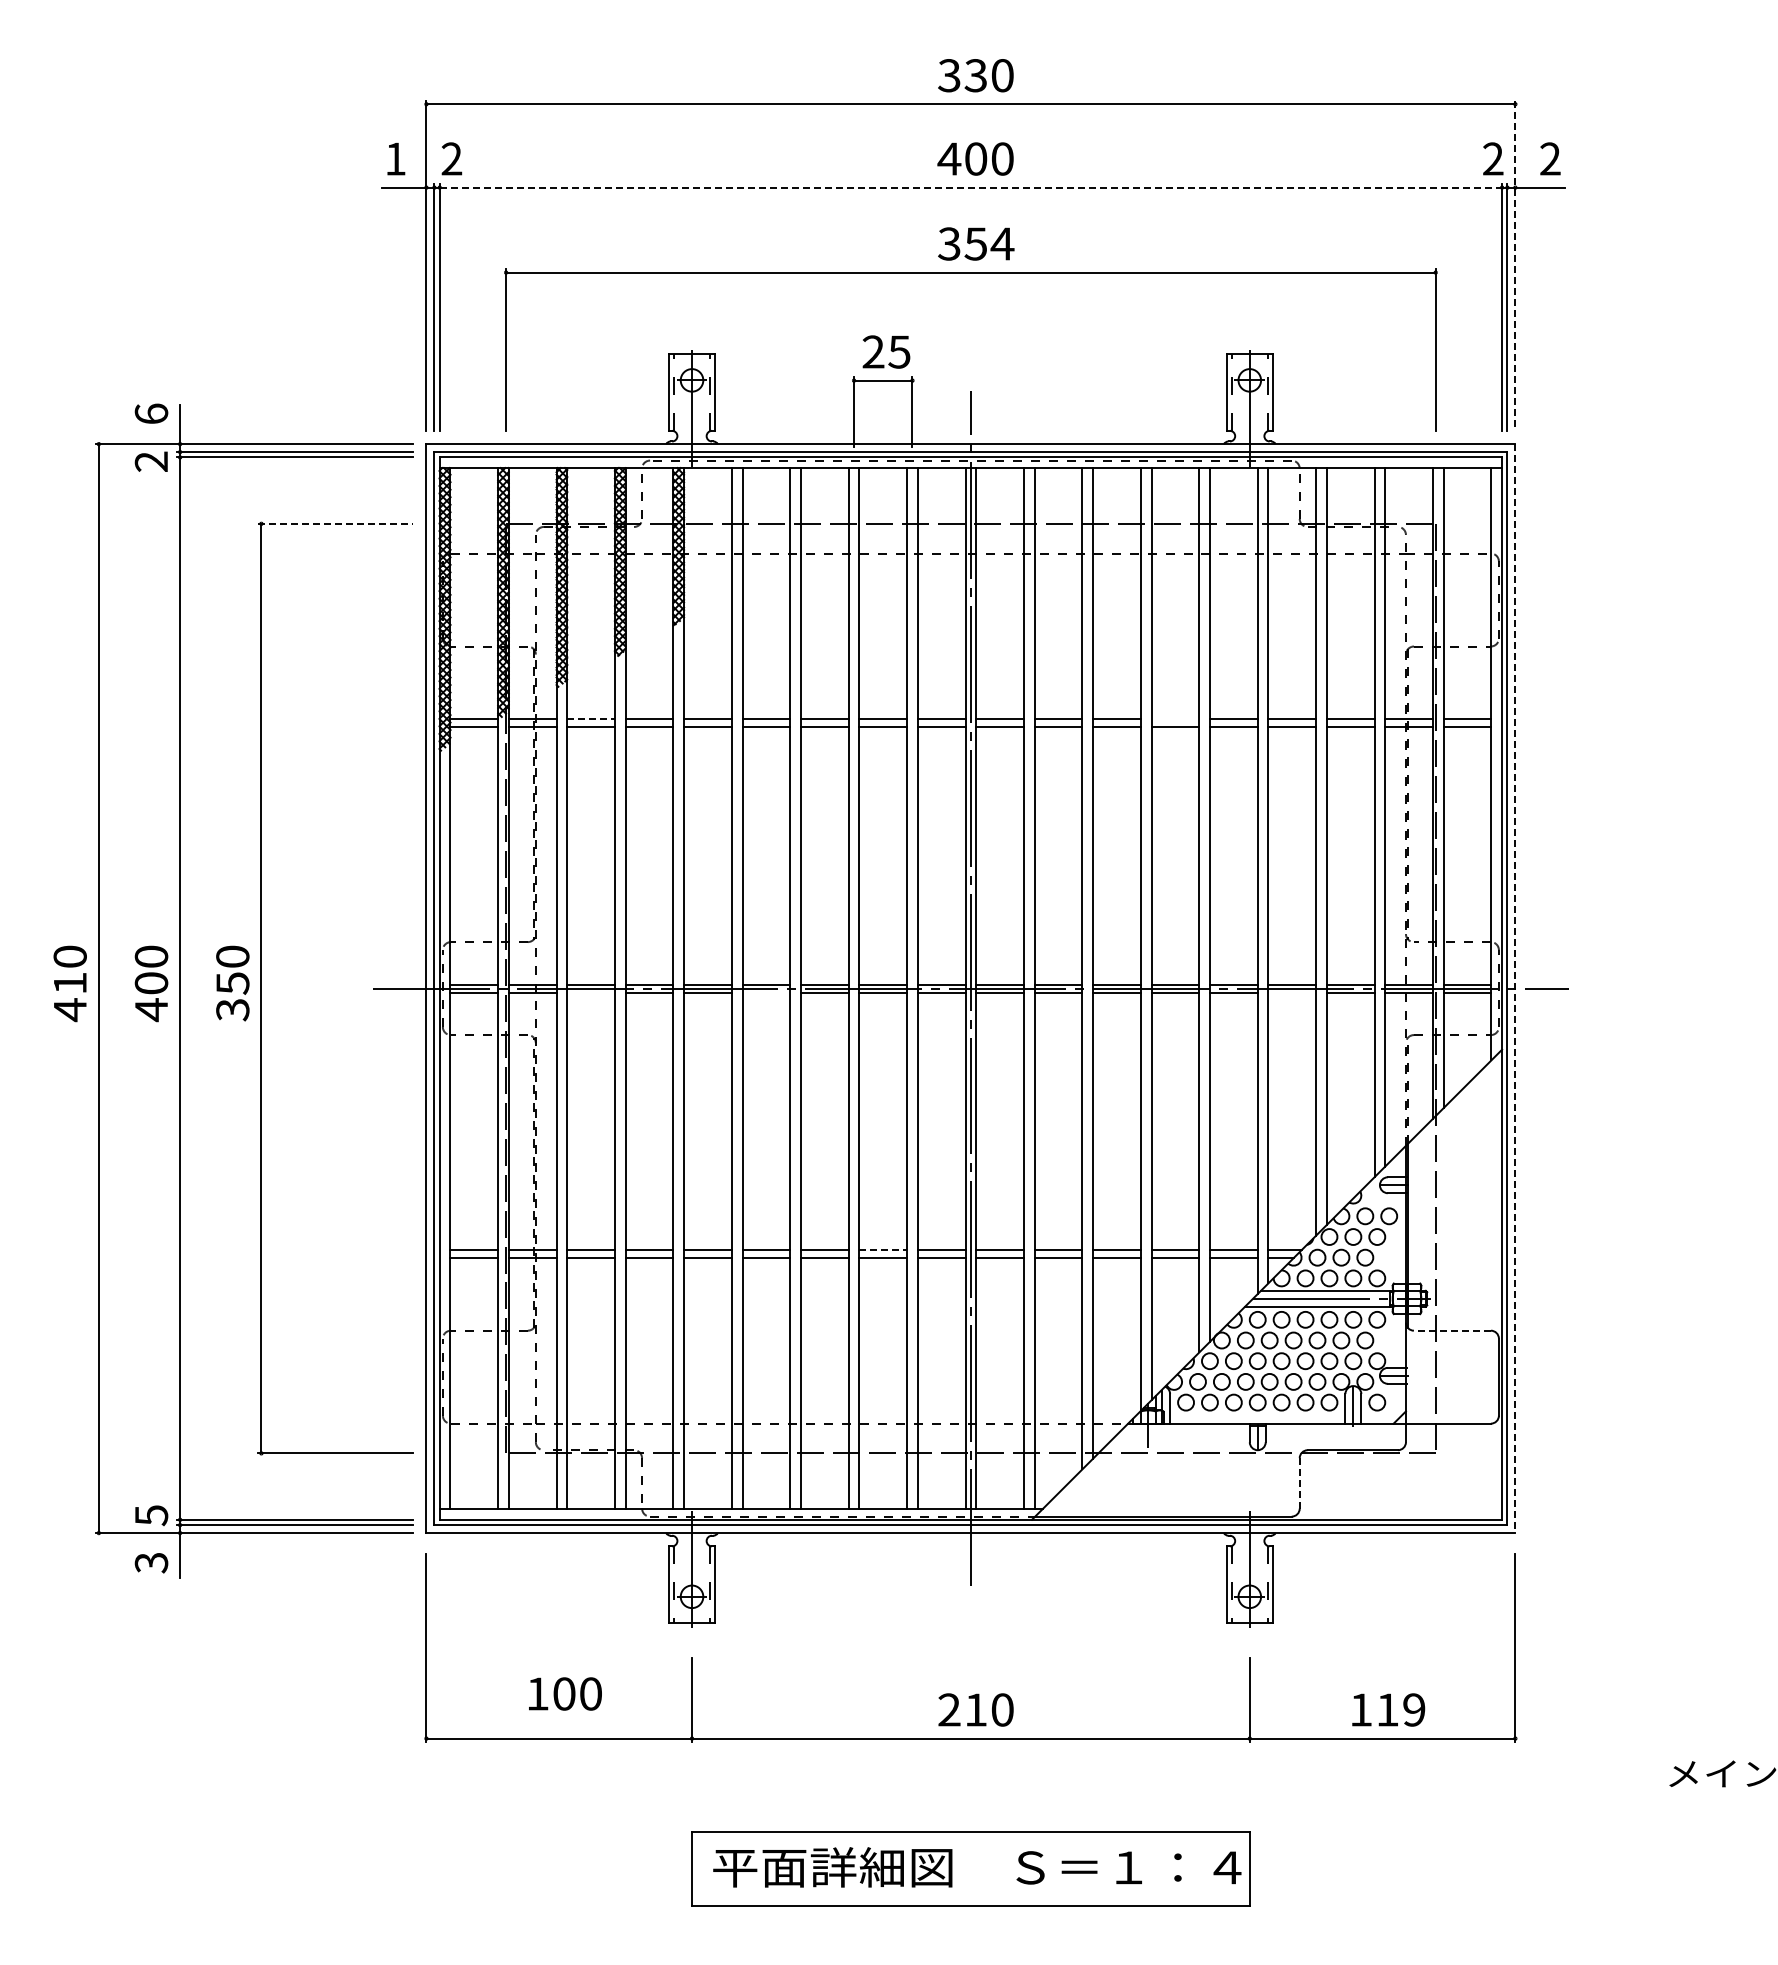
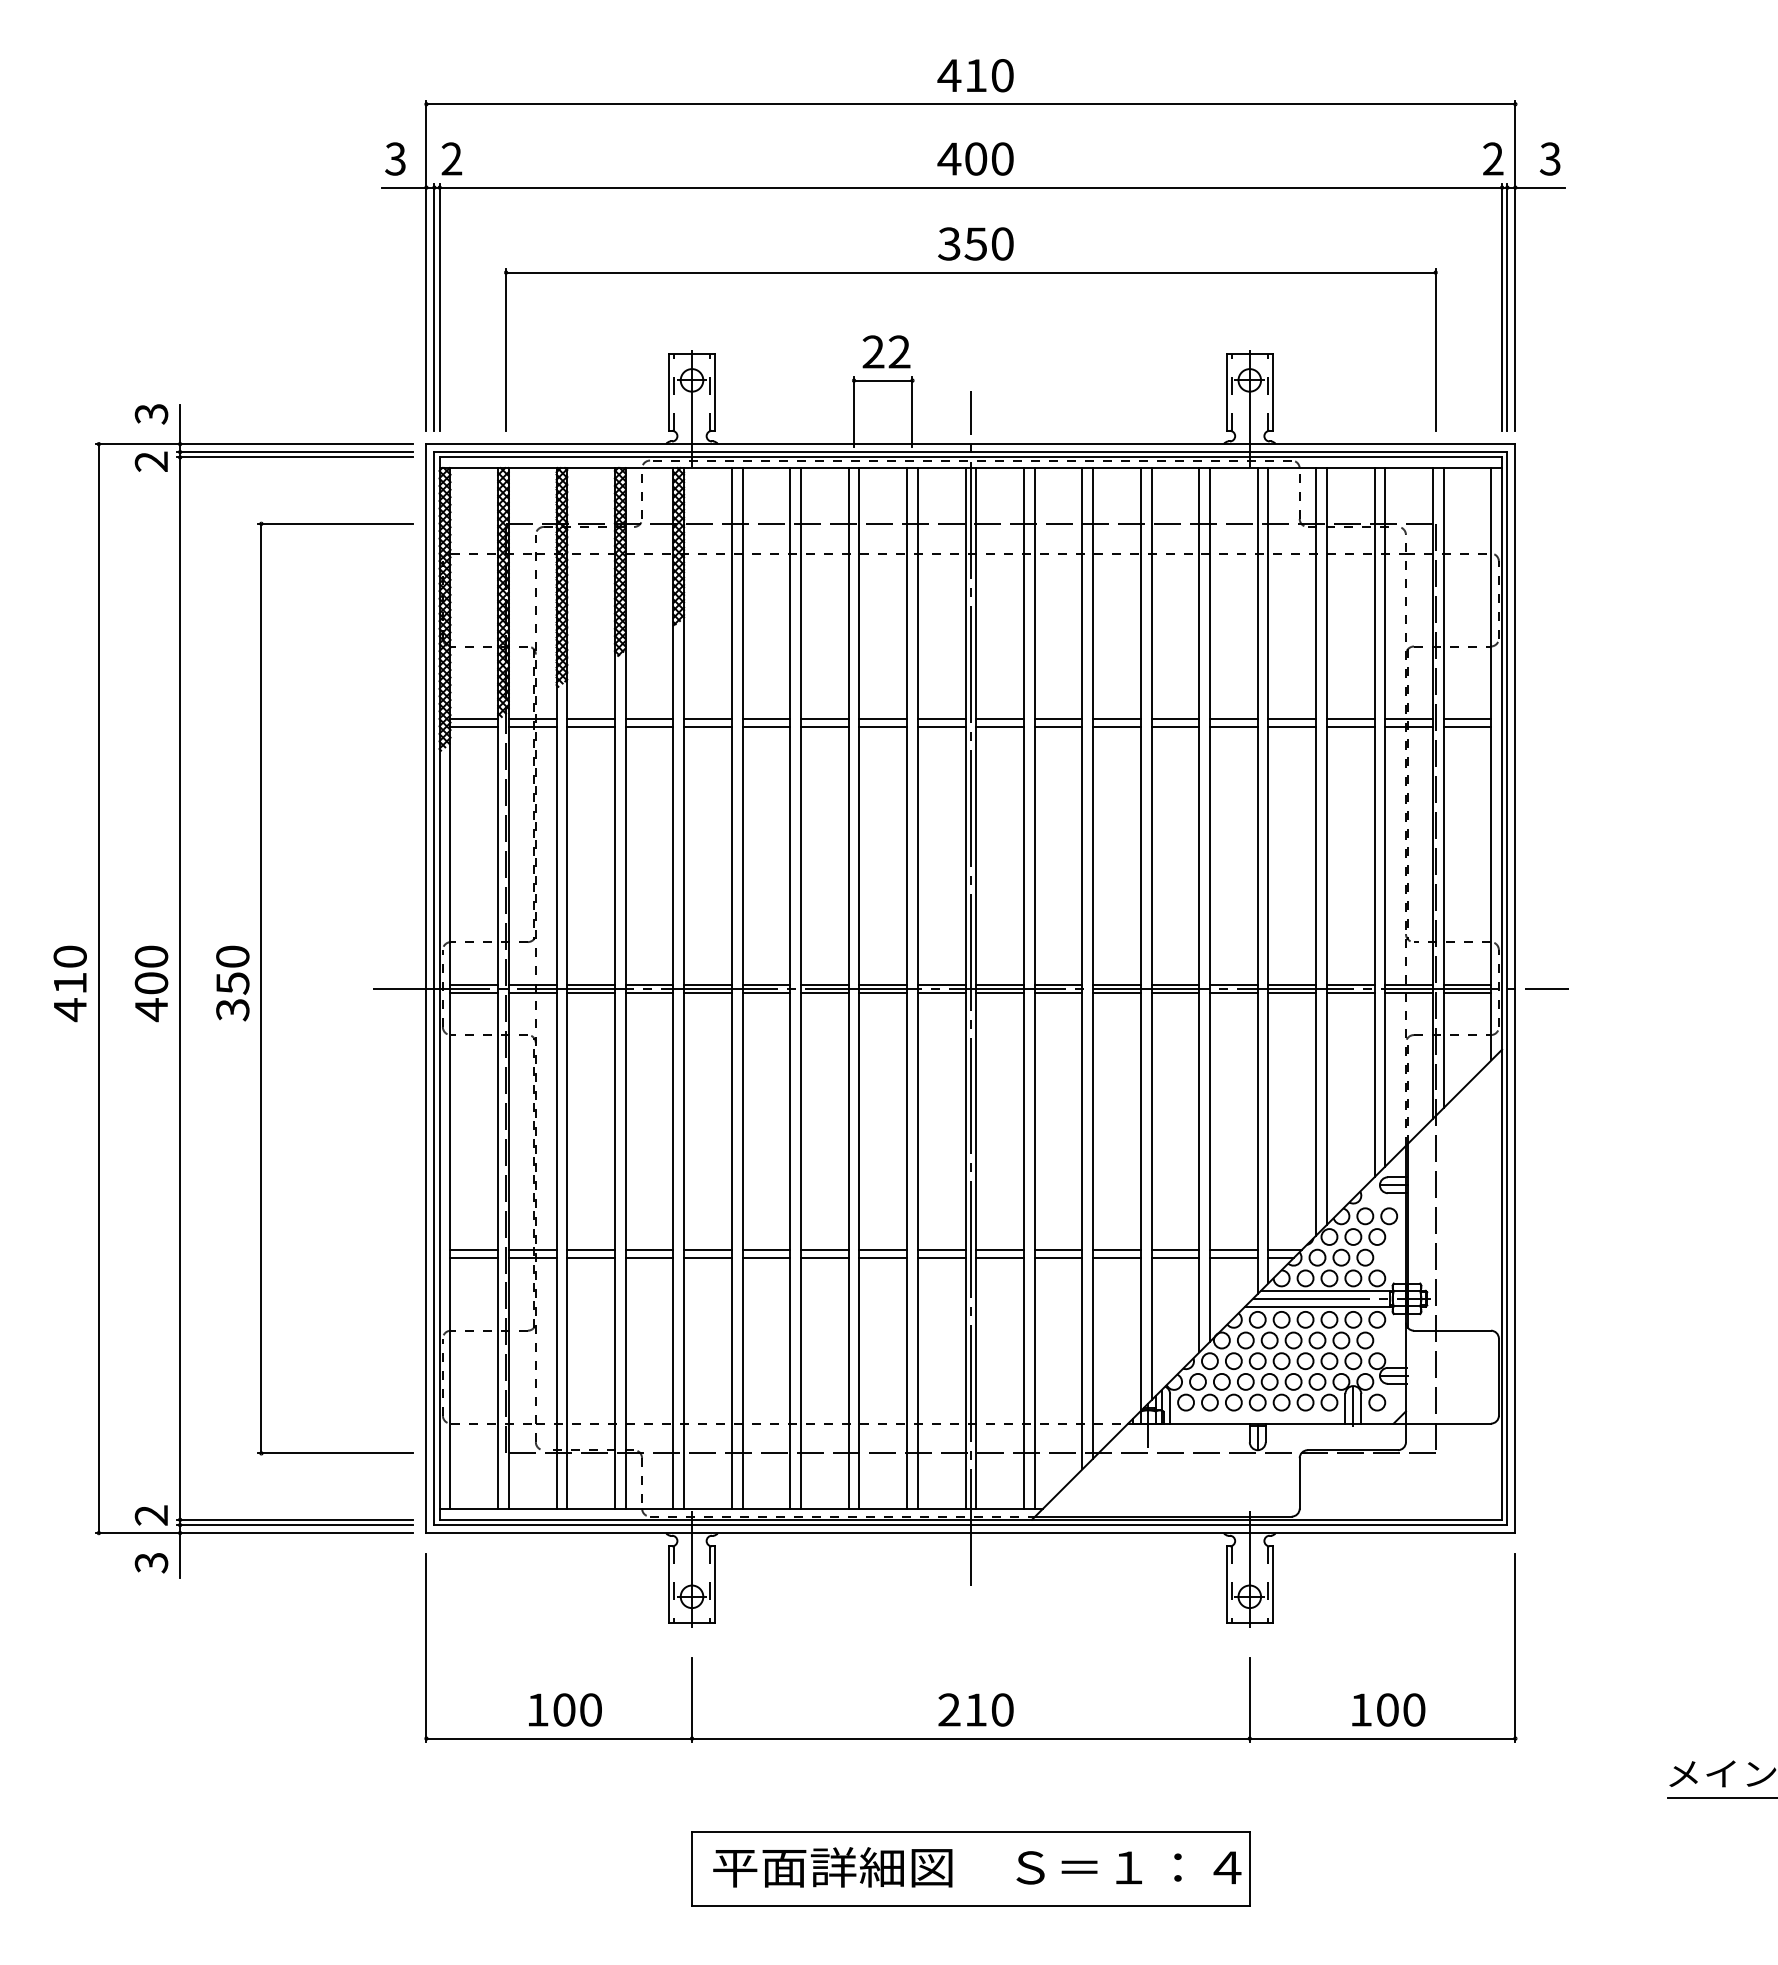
text at (961, 75): 330 -> 410
text at (395, 158): 1 -> 3
text at (1549, 159): 2 -> 3
line at (971, 187): dashed -> solid
text at (1002, 243): 354 -> 350
line at (1515, 265): dashed -> solid
text at (899, 351): 25 -> 22
text at (151, 413): 6 -> 3
line at (336, 523): dashed -> solid
line at (591, 719): dashed -> solid
line at (1175, 719): none -> present
line at (1515, 989): dashed -> solid
line at (591, 992): none -> present
line at (766, 992): none -> present
line at (1292, 992): none -> present
line at (883, 1250): dashed -> solid
line at (1452, 1330): dashed -> solid
line at (1299, 1482): dashed -> solid
text at (151, 1515): 5 -> 2
text at (565, 1693) position: (565, 1693) -> (565, 1709)
text at (1401, 1709): 119 -> 100
line at (1721, 1797): none -> present
